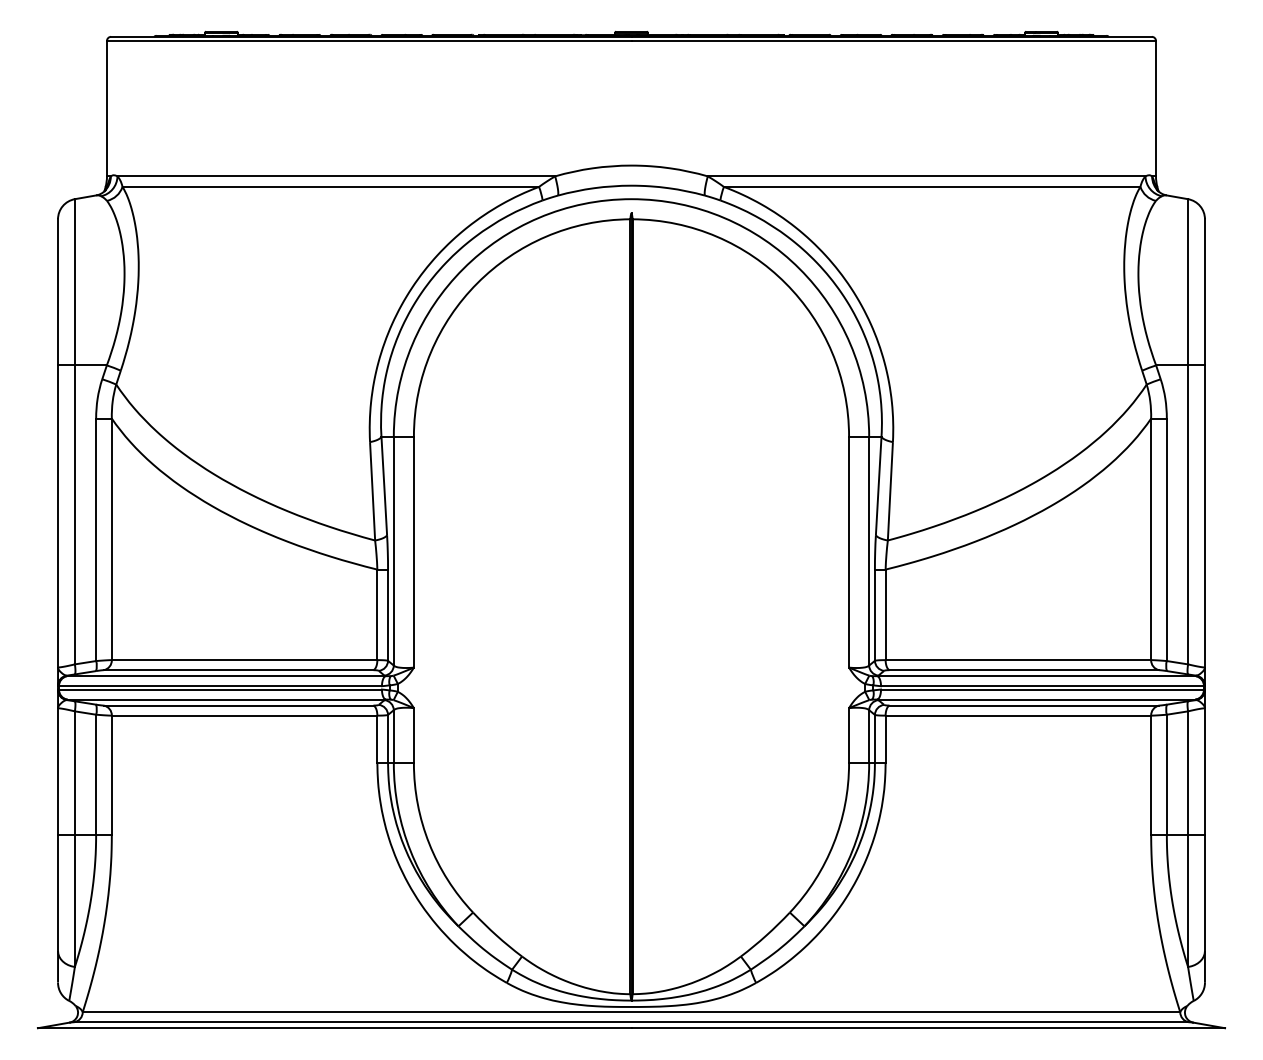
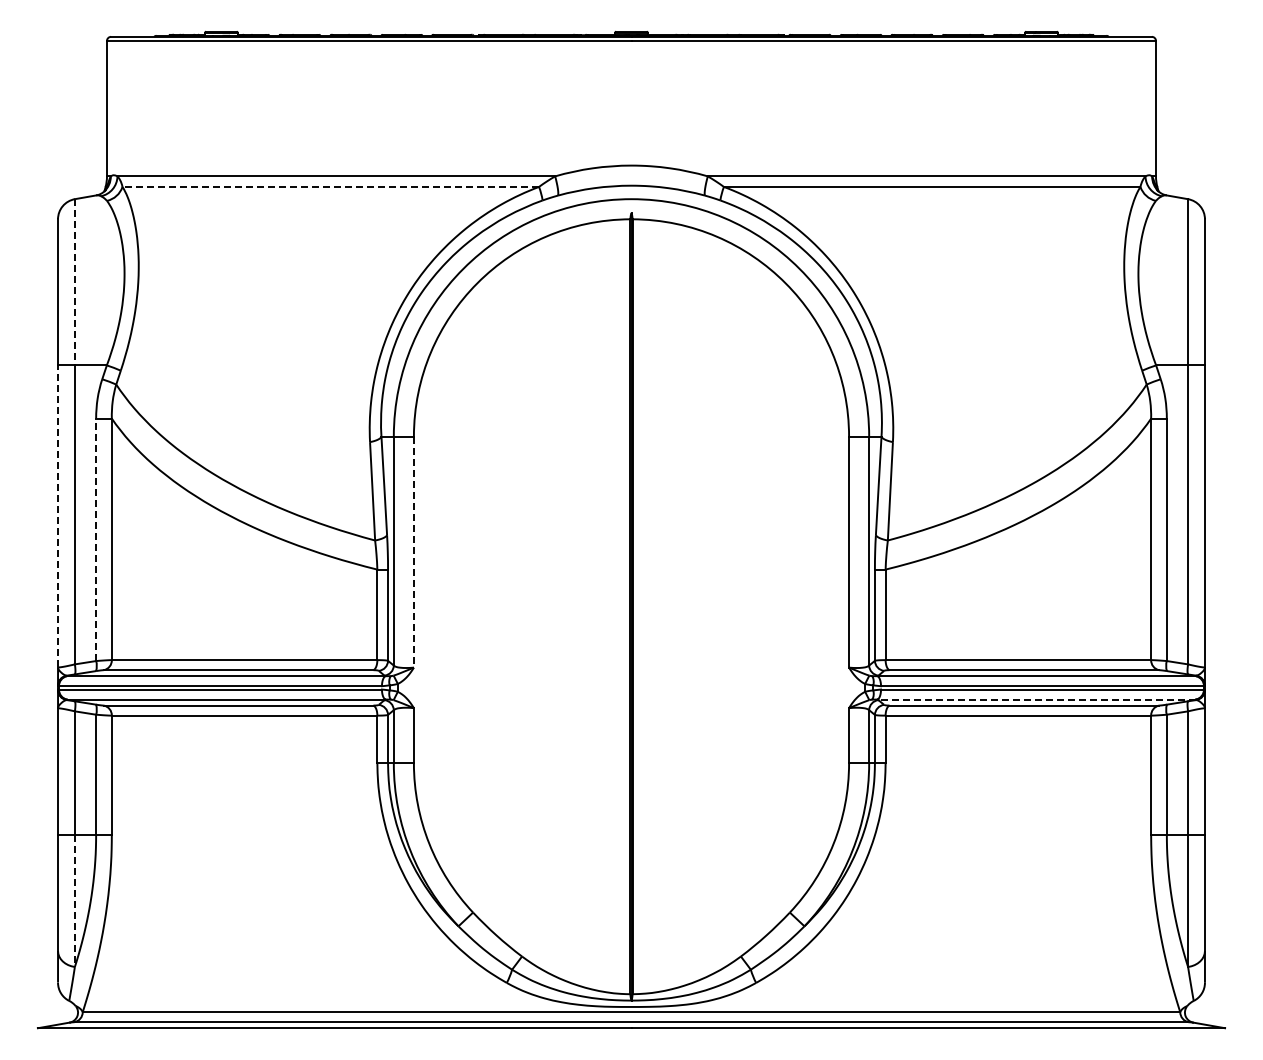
line at (330, 186): solid -> dashed
line at (74, 282): solid -> dashed
line at (58, 516): solid -> dashed
line at (96, 539): solid -> dashed
line at (413, 552): solid -> dashed
line at (1036, 699): solid -> dashed
line at (74, 901): solid -> dashed
